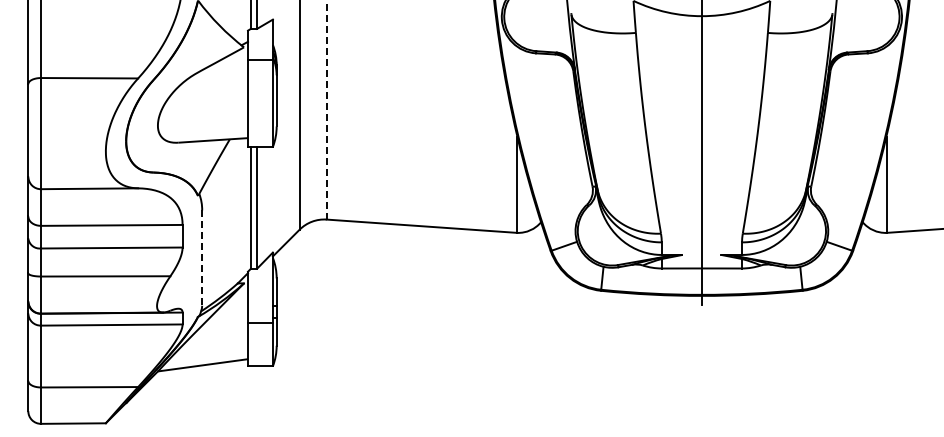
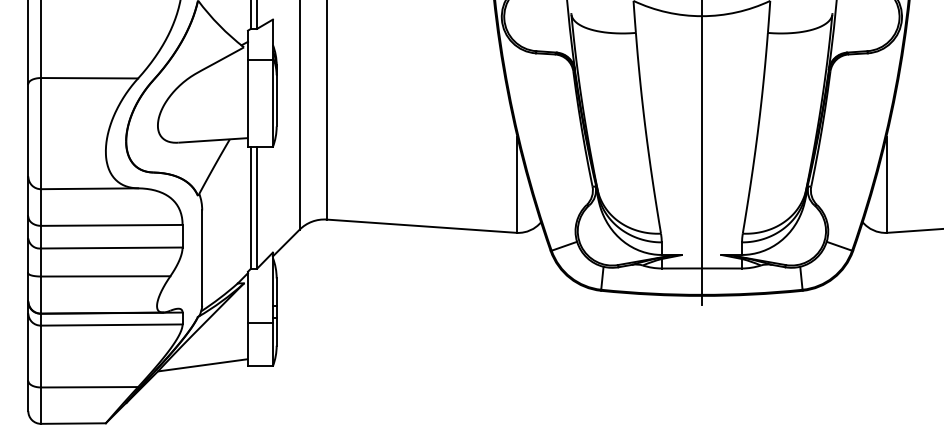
line at (326, 109): dashed -> solid
line at (202, 258): dashed -> solid
